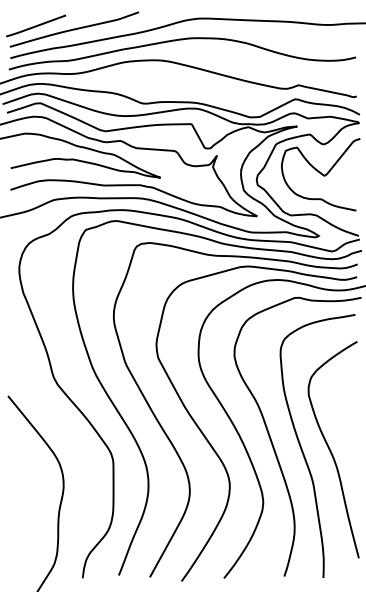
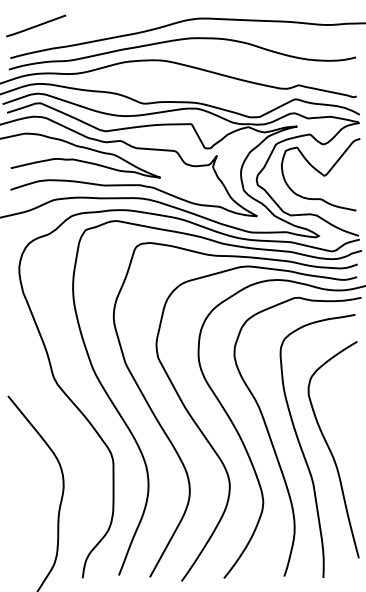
curve at (74, 29): present -> none
